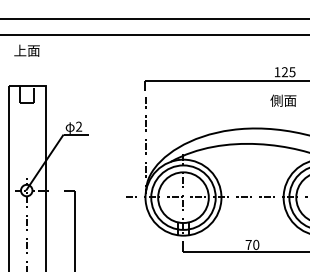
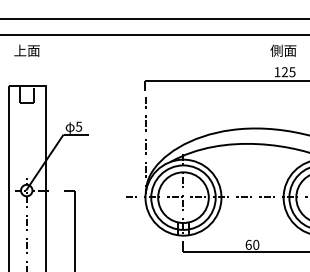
text at (283, 100) position: (283, 100) -> (283, 50)
text at (79, 126): 2 -> 5
text at (248, 244): 70 -> 60
